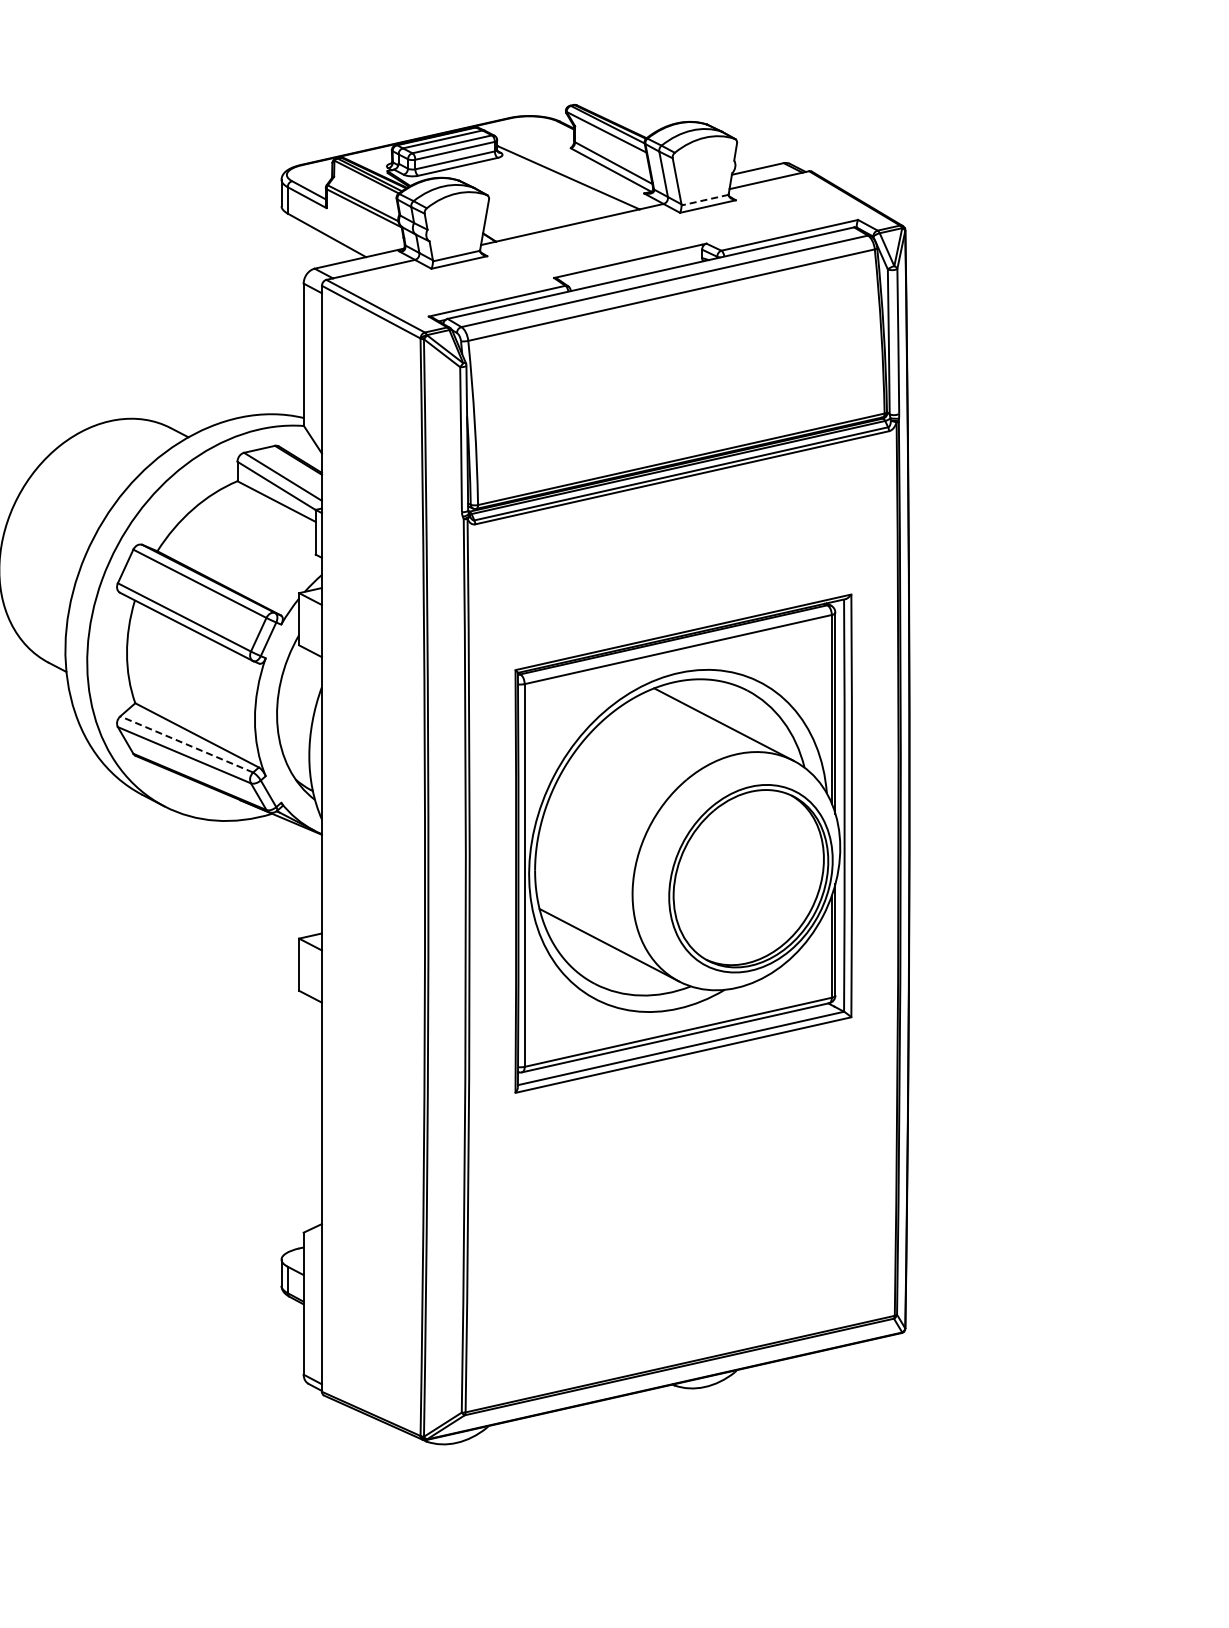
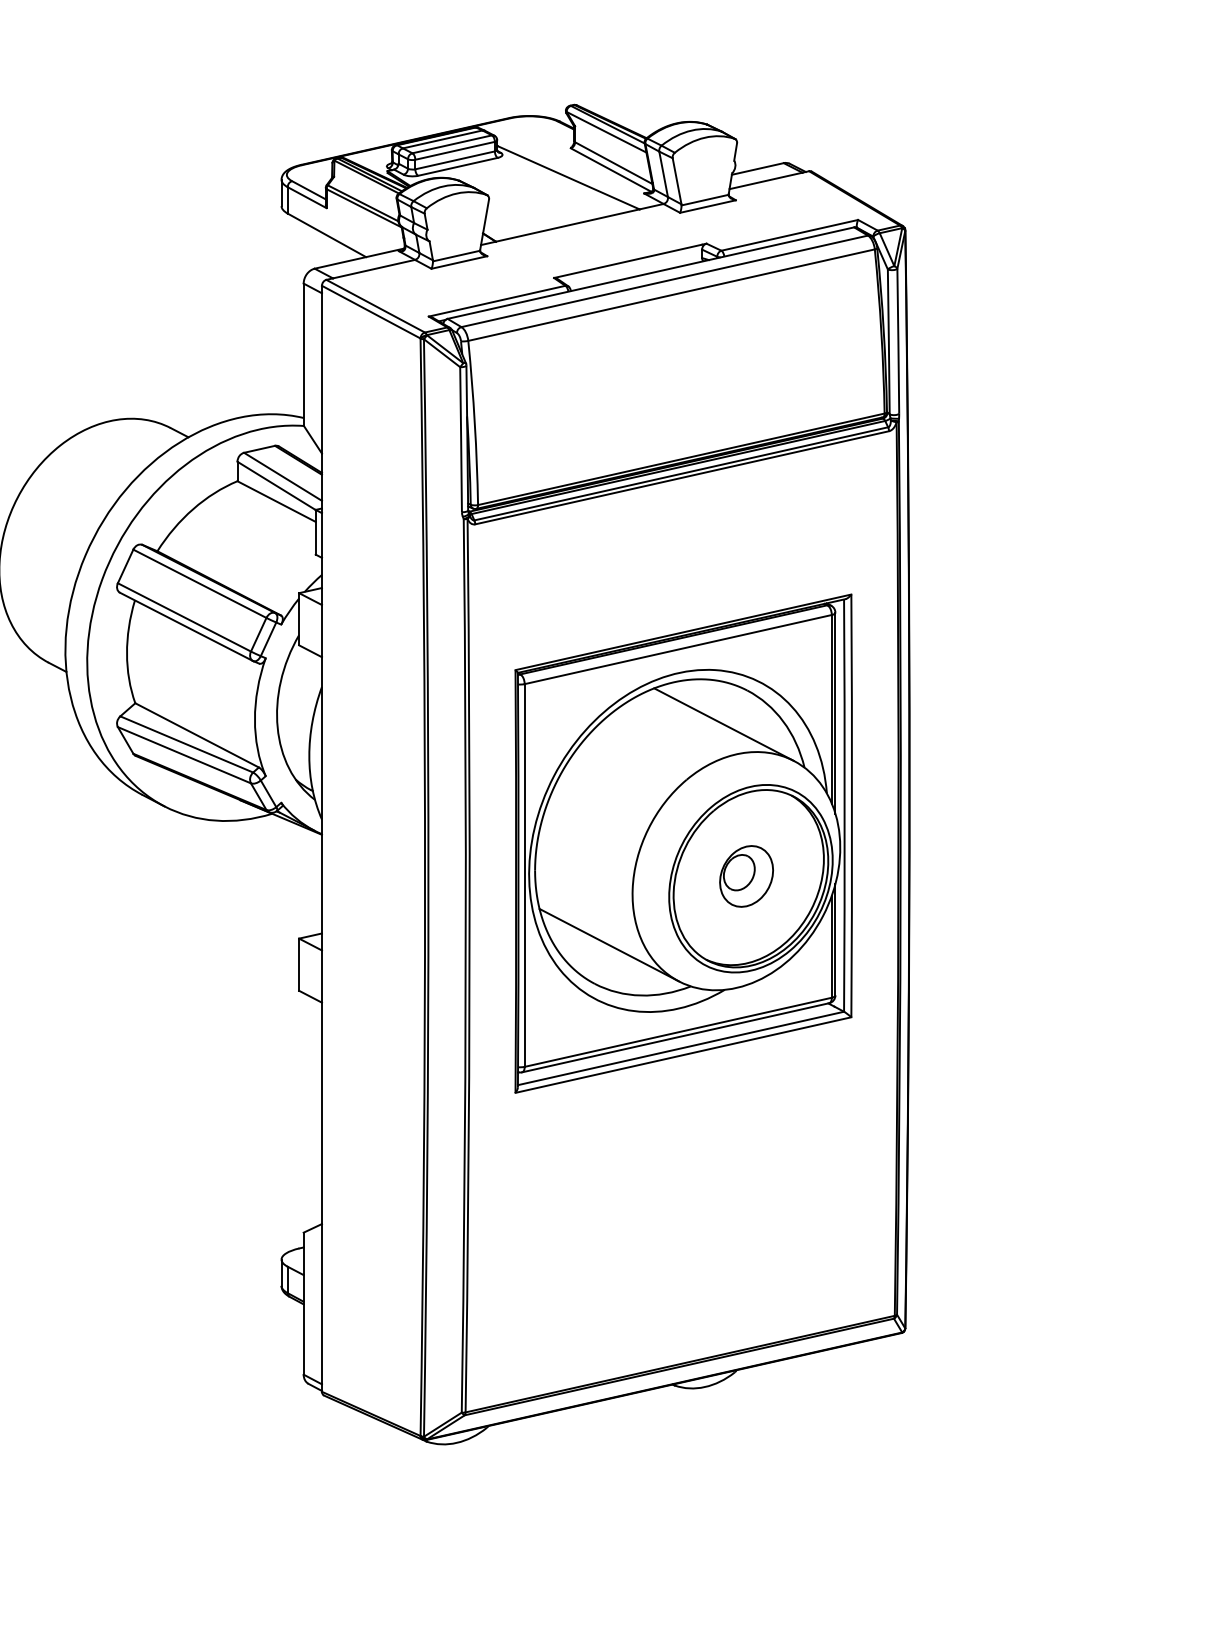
line at (704, 200): dashed -> solid
line at (186, 744): dashed -> solid
part at (746, 876): none -> present
